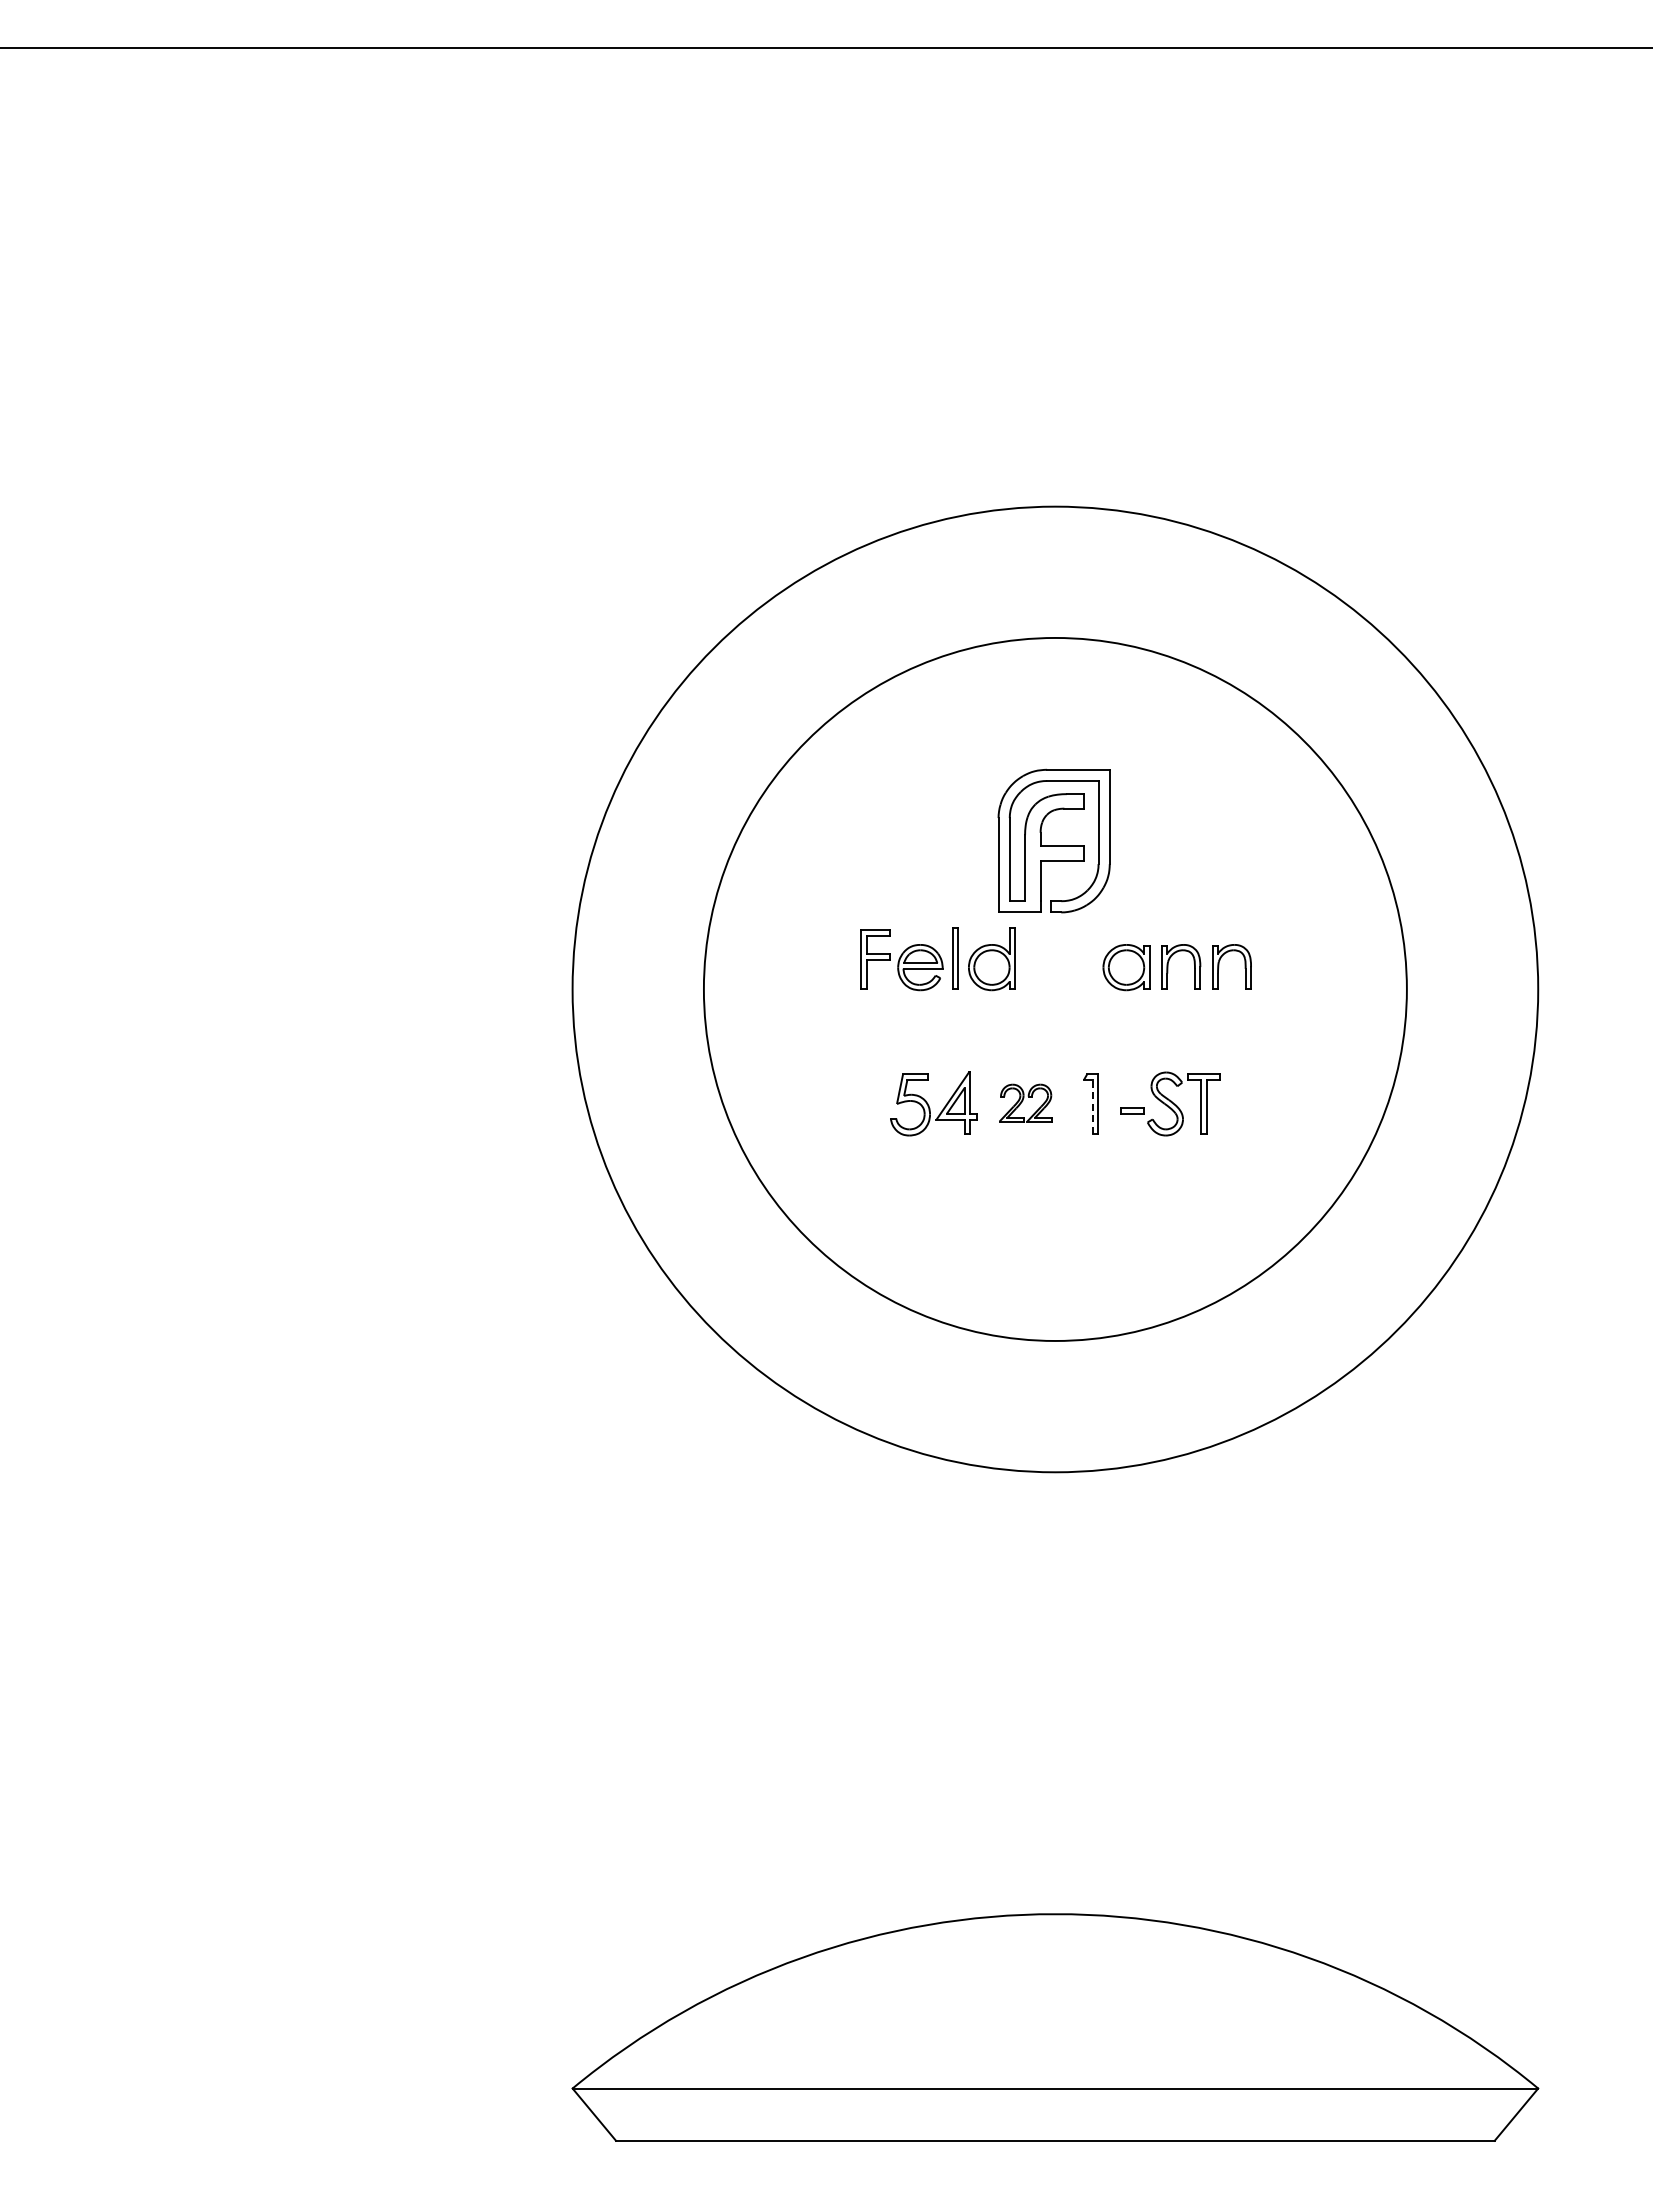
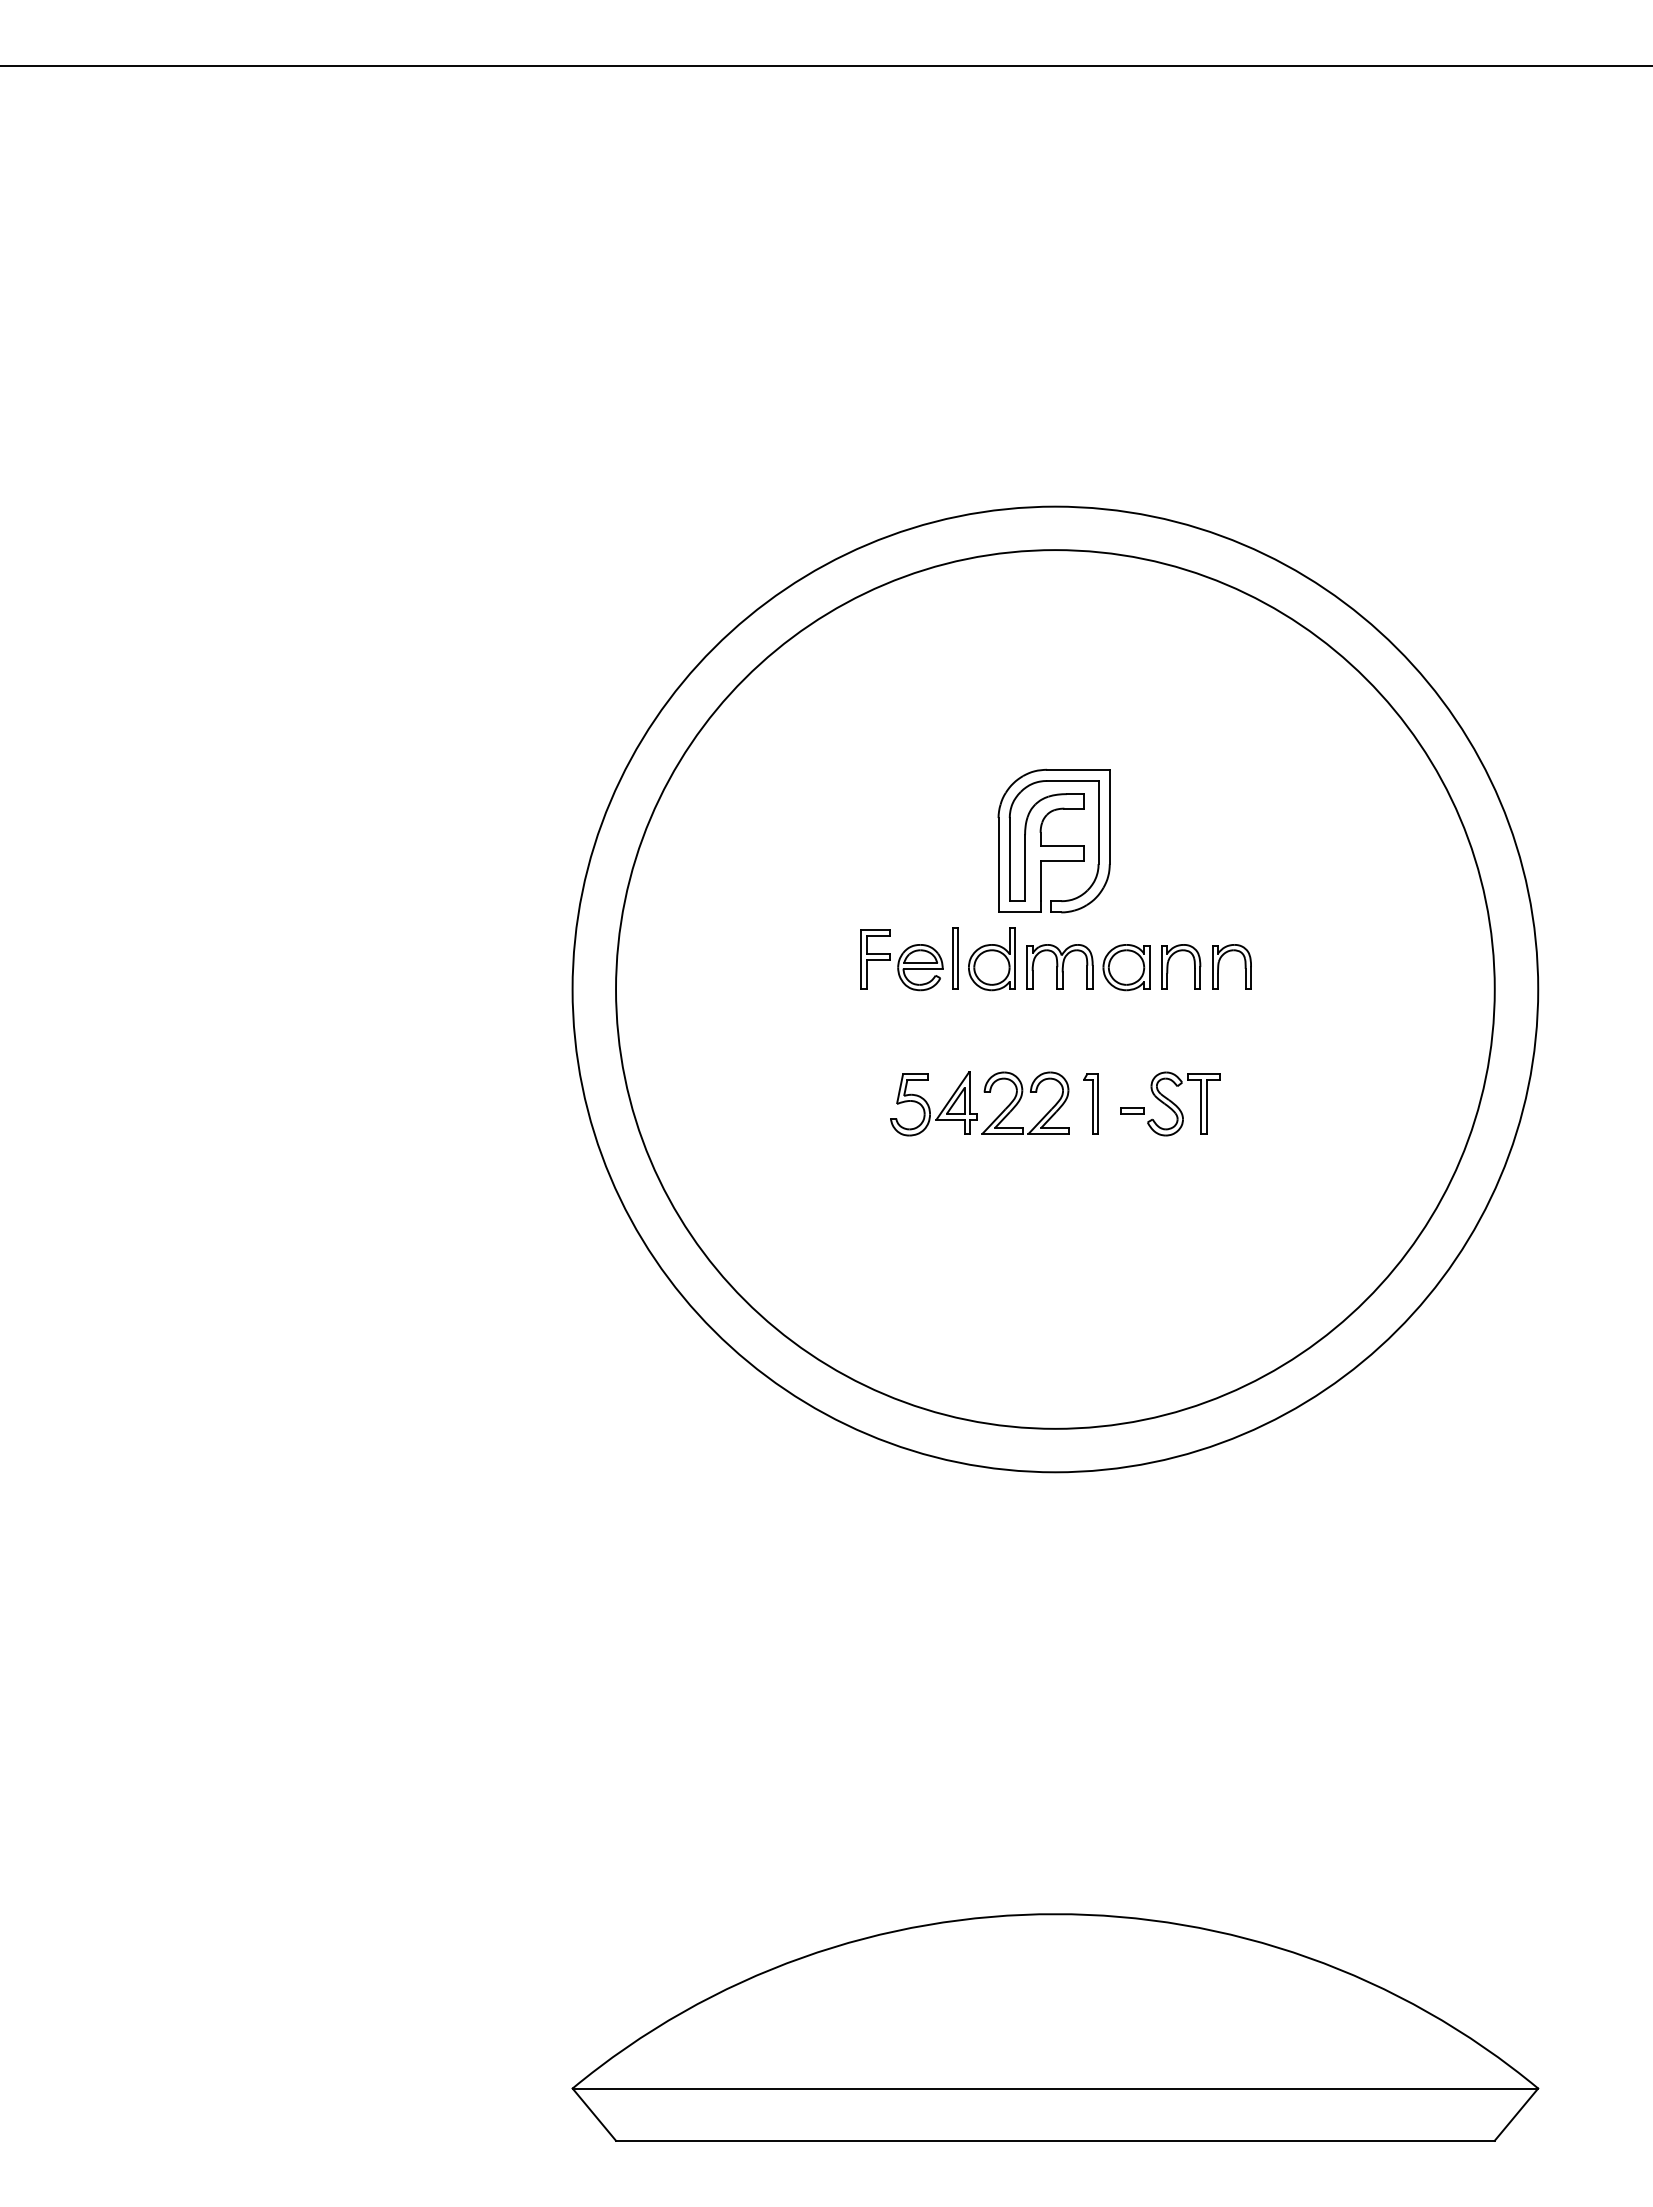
line at (825, 48) position: (825, 48) -> (825, 66)
part at (1059, 966): none -> present
circle at (1054, 988) diameter: 703 px -> 879 px
part at (1025, 1102) size: 54x40 px -> 89x64 px
line at (1093, 1107): dashed -> solid
